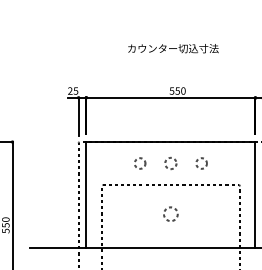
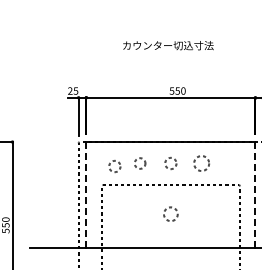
text at (173, 48) position: (173, 48) -> (168, 45)
circle at (201, 163) size: 13x13 px -> 17x17 px
circle at (114, 166): none -> present
line at (86, 194): solid -> dashed
line at (255, 194): solid -> dashed
